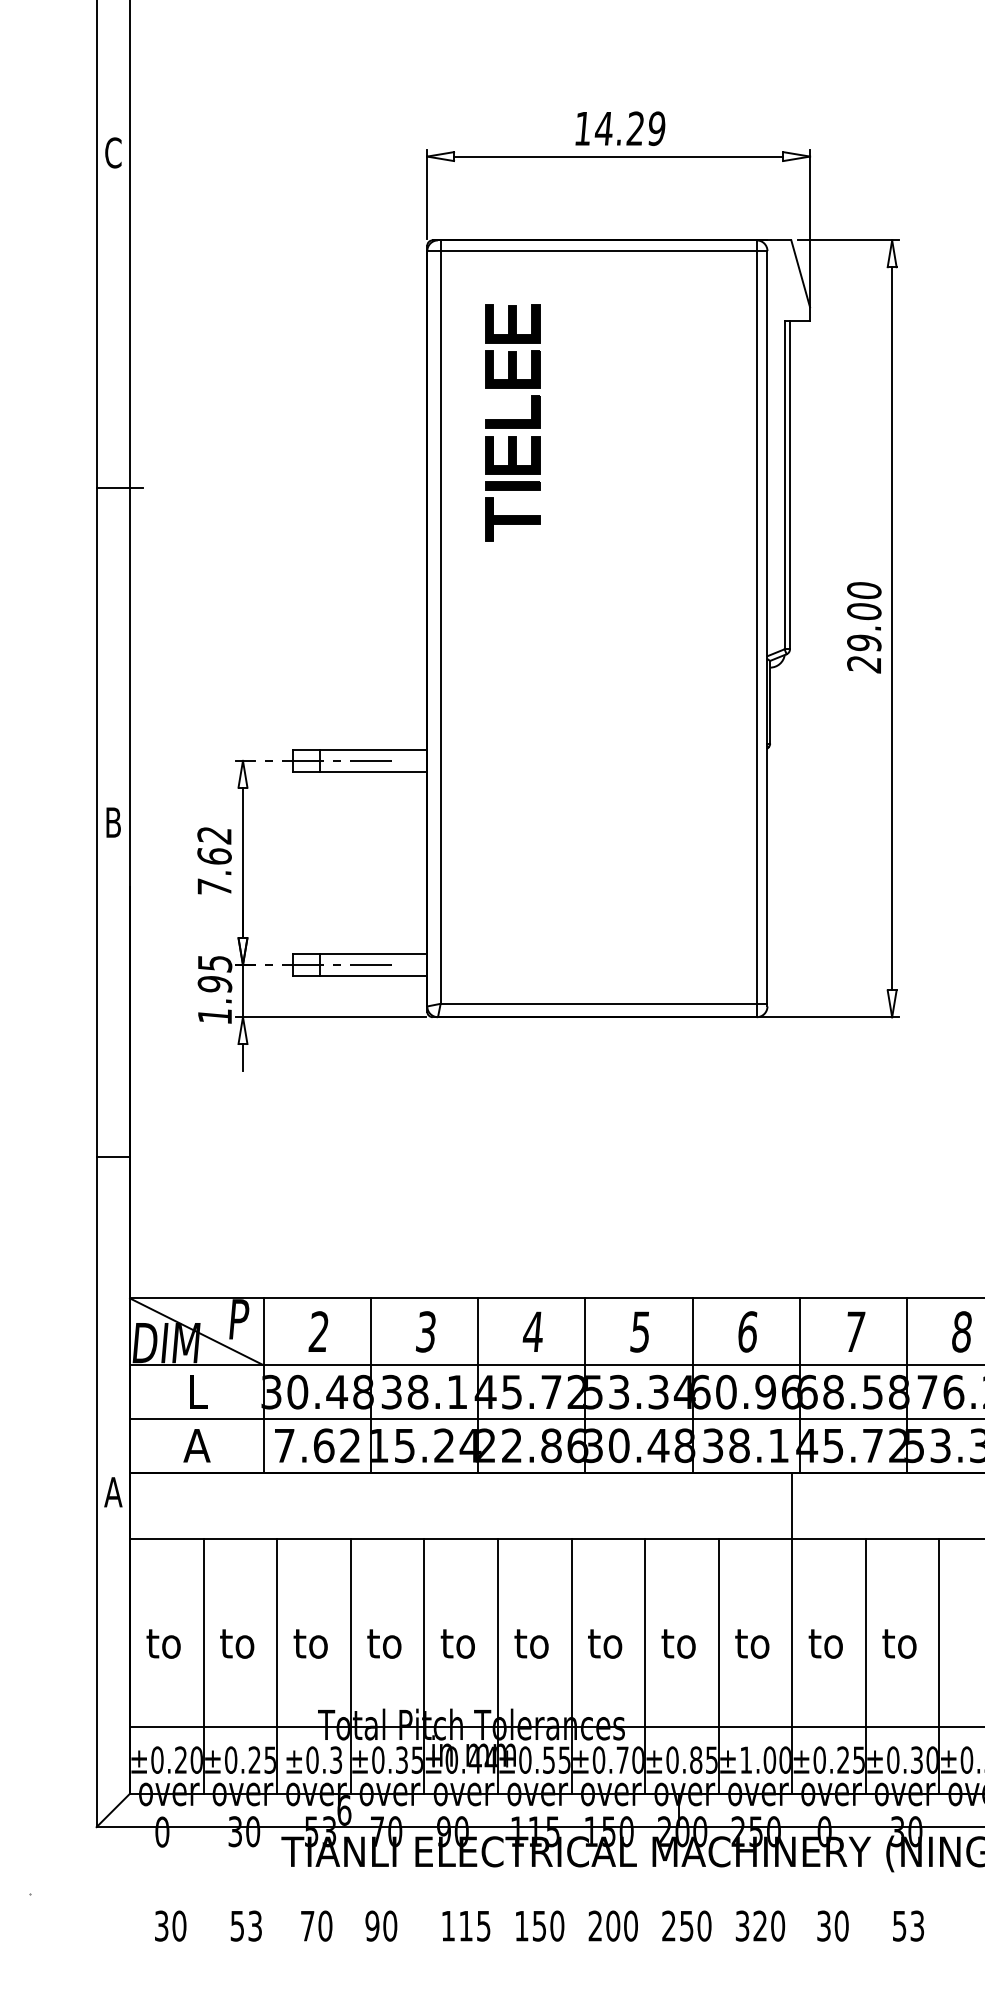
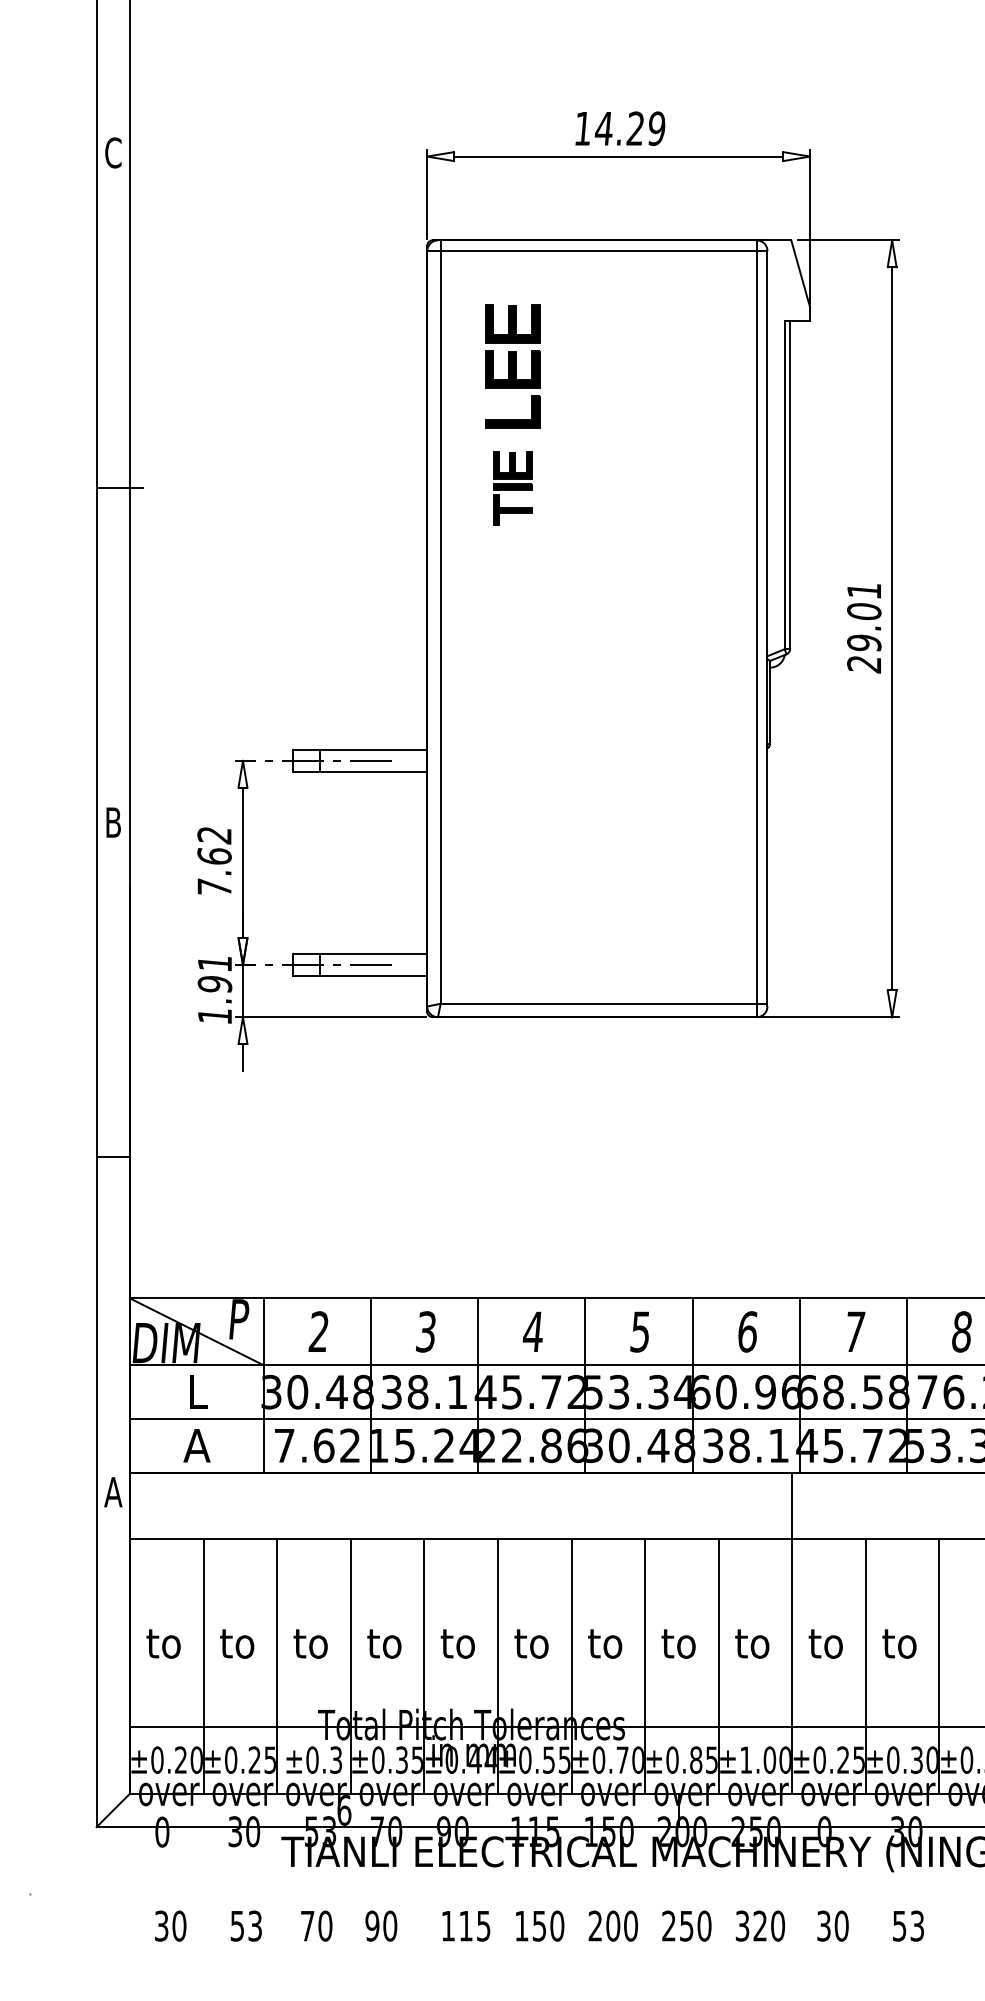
part at (512, 488) size: 56x106 px -> 40x75 px
text at (864, 590): 29.00 -> 29.01
text at (215, 964): 1.95 -> 1.91
